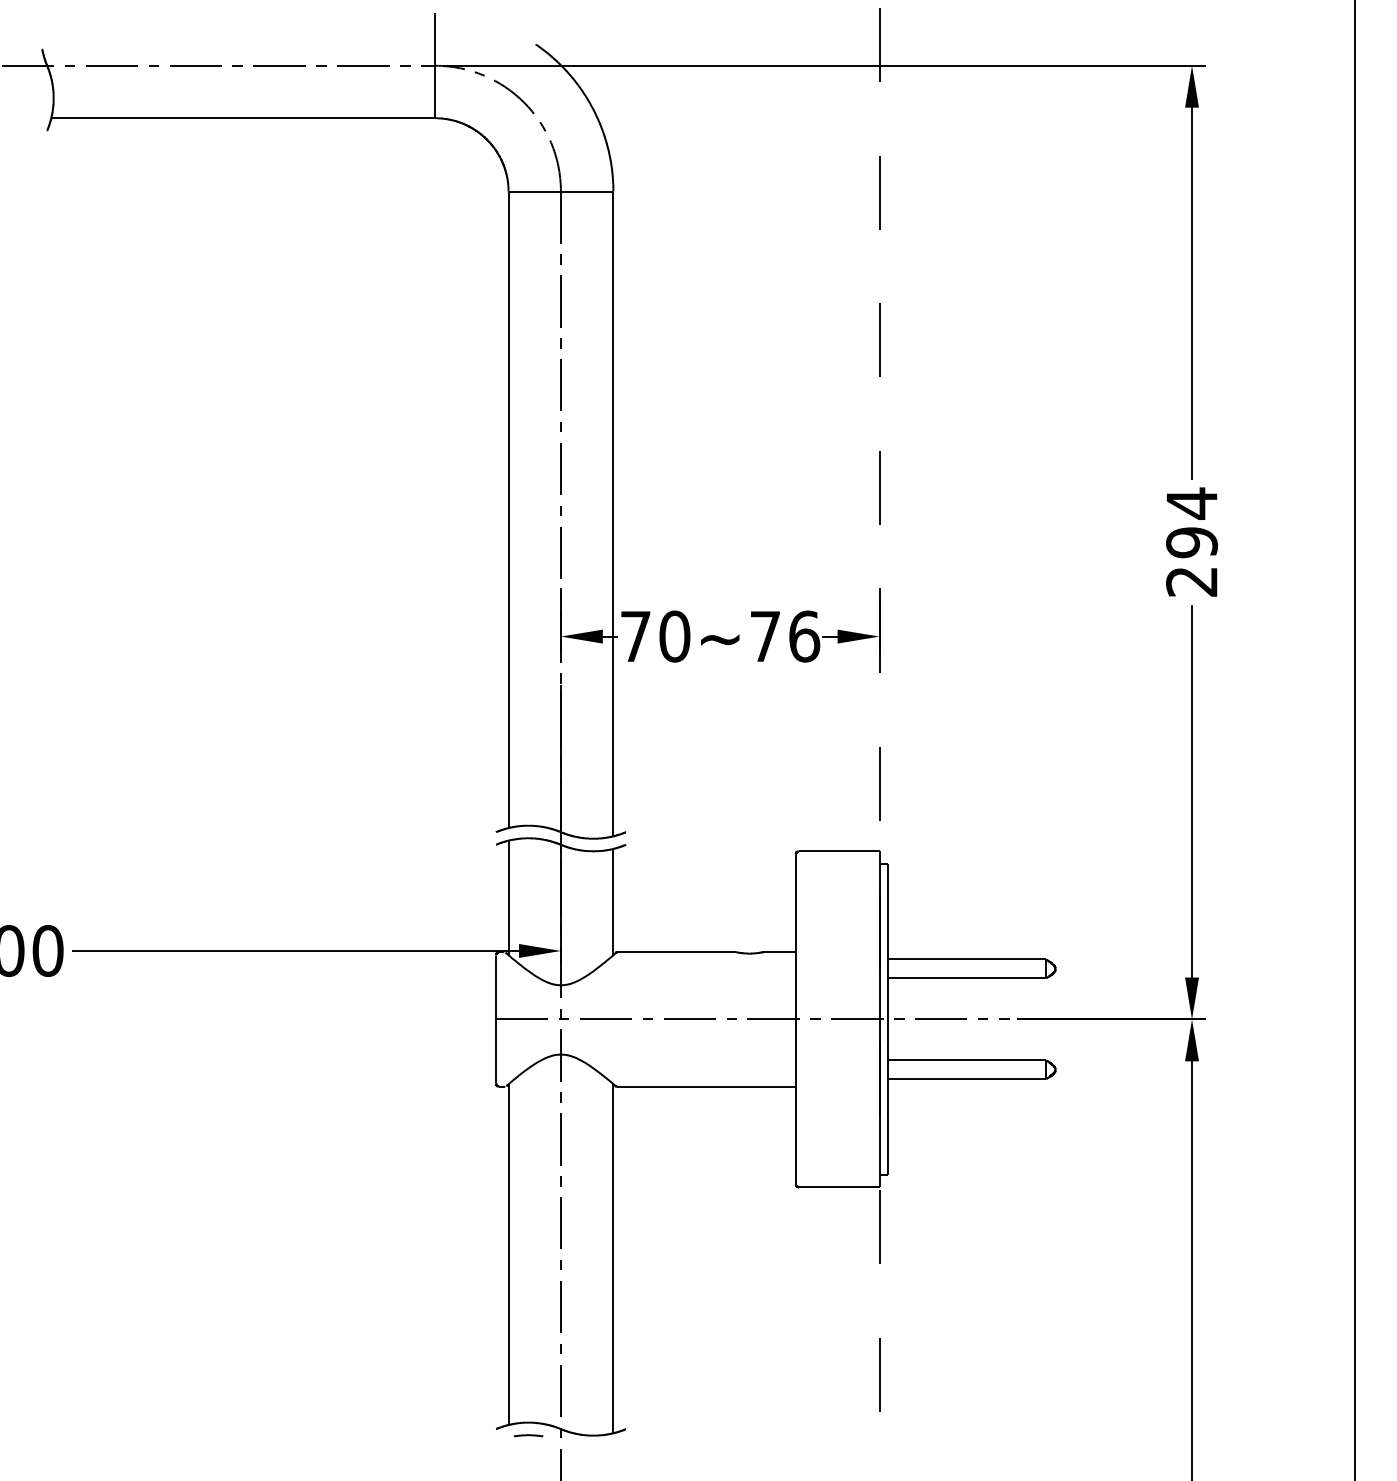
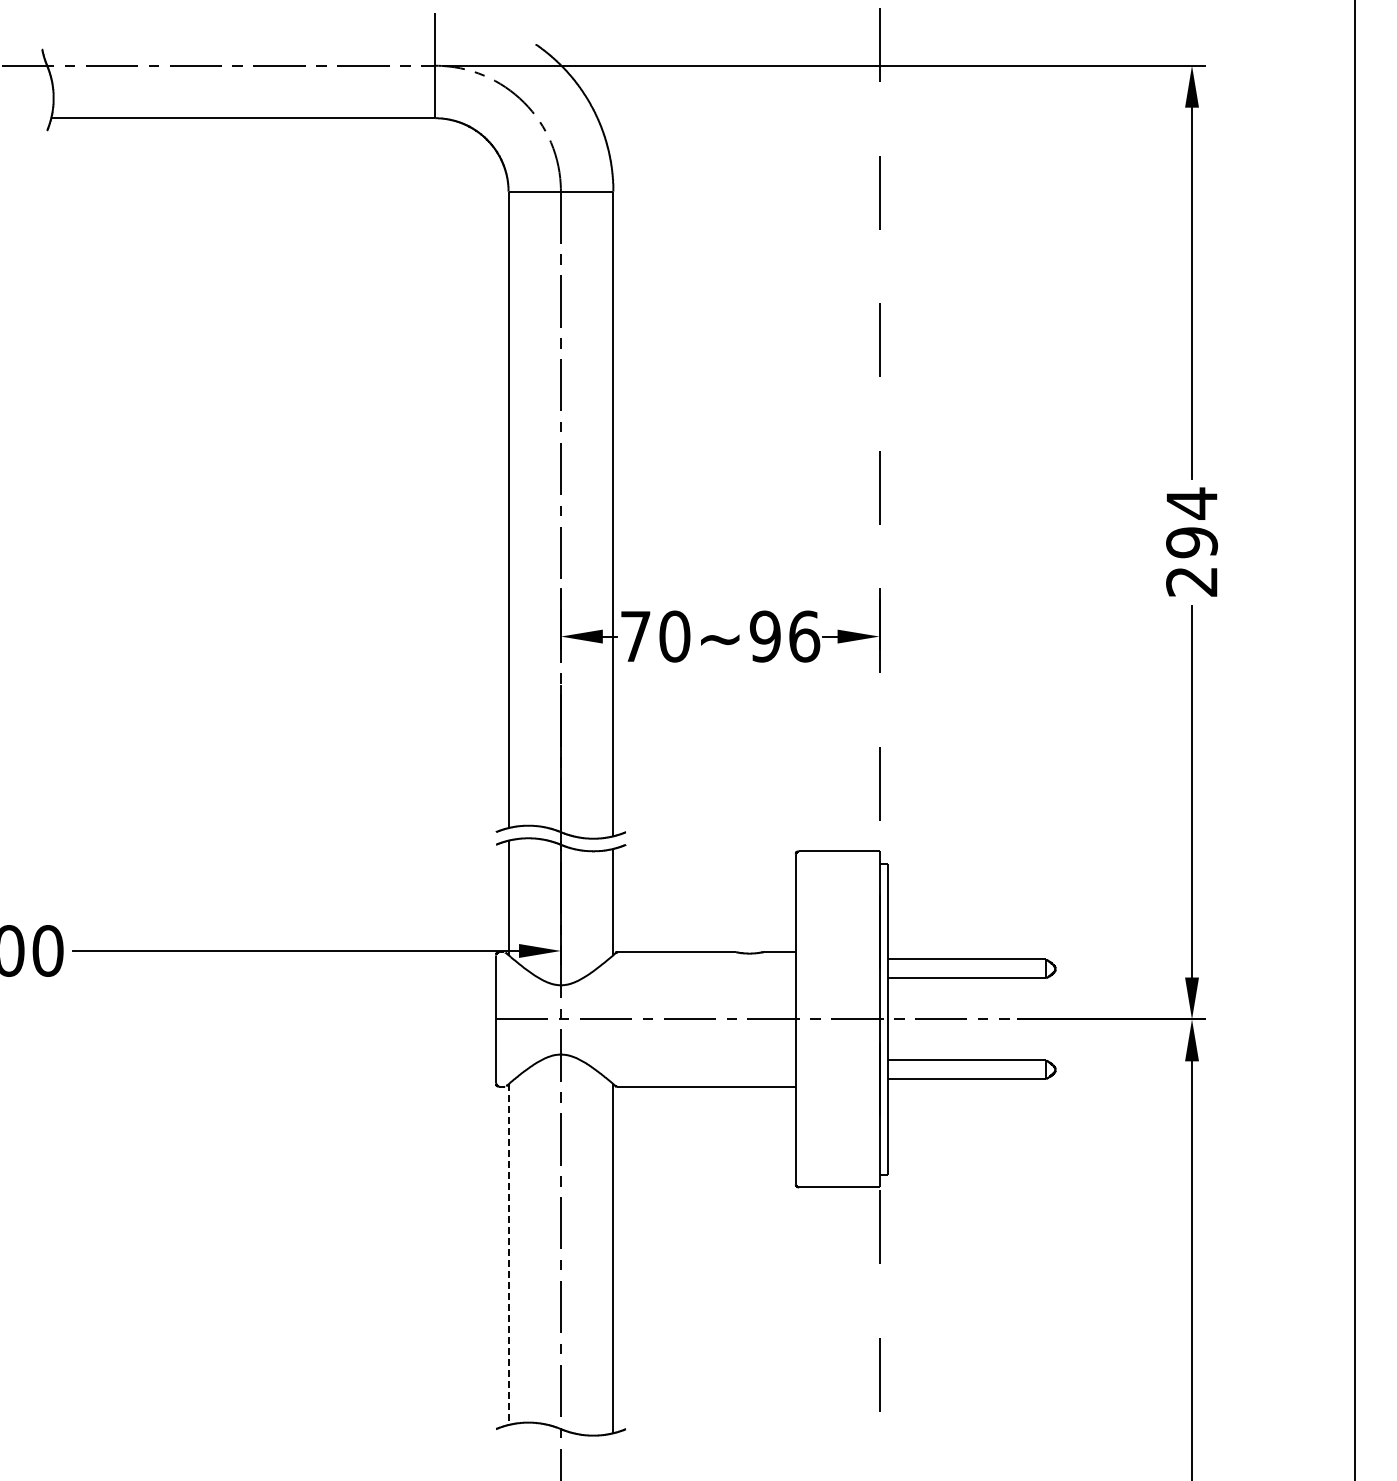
text at (764, 636): 70~76 -> 70~96
line at (508, 1255): solid -> dashed
line at (528, 1435): present -> none
